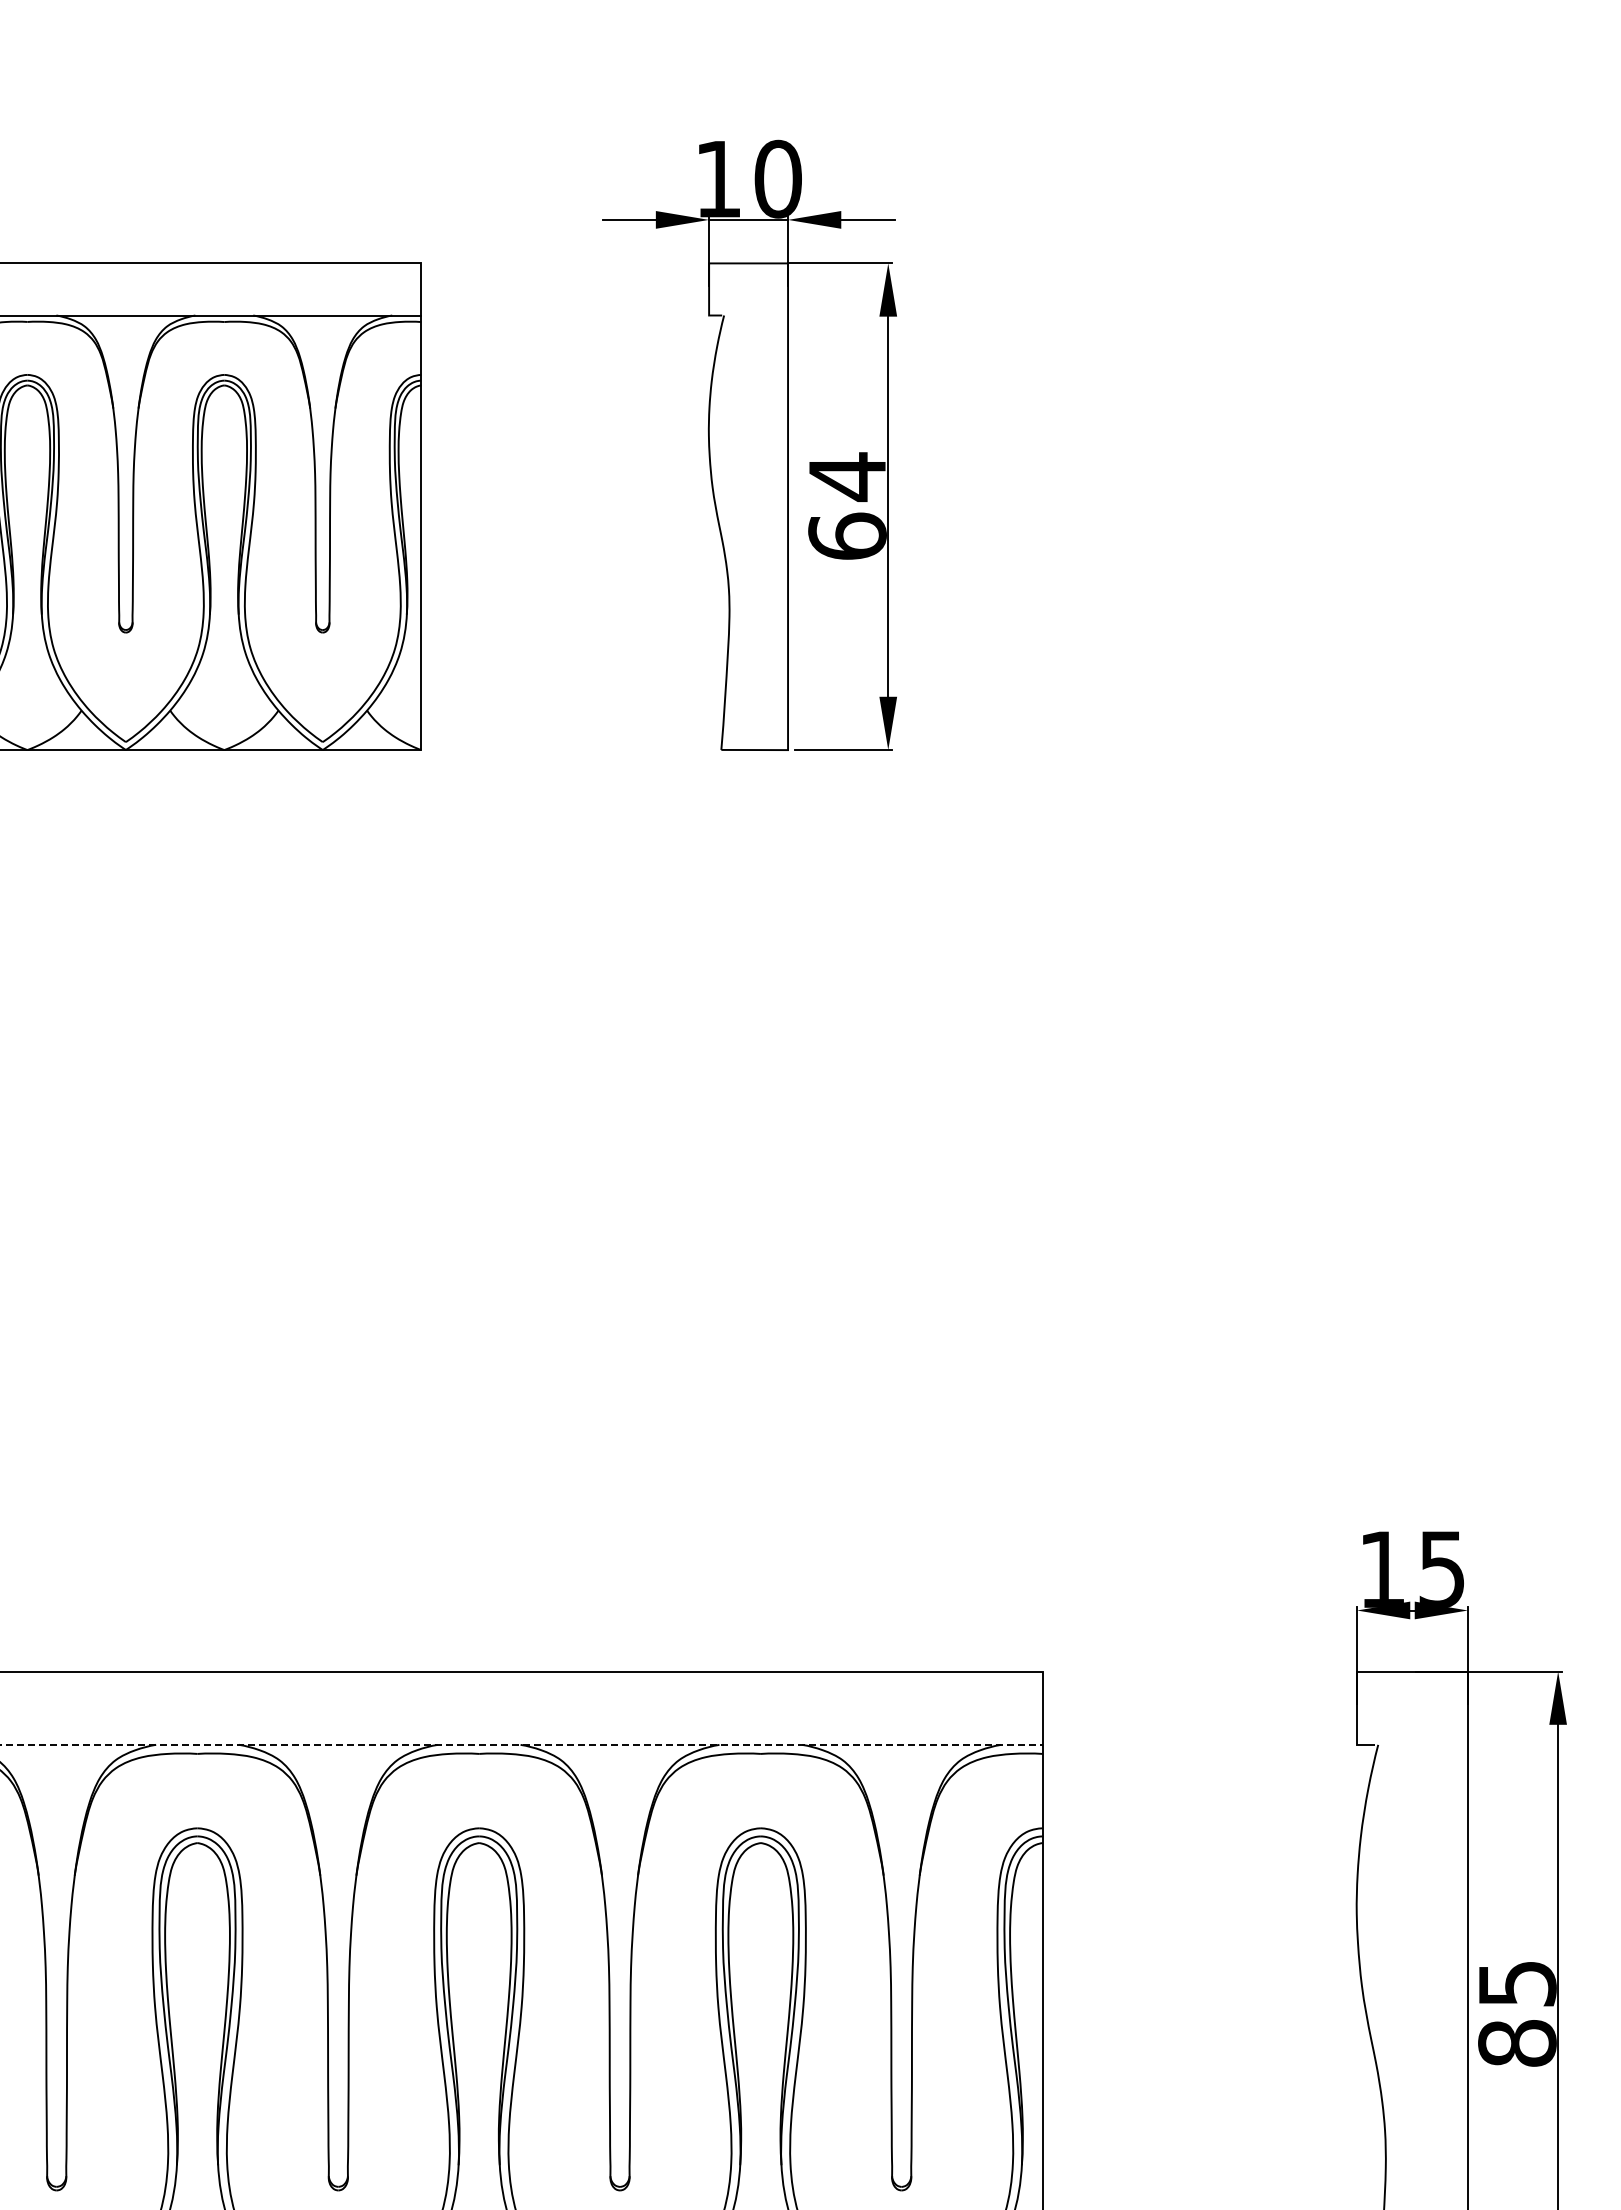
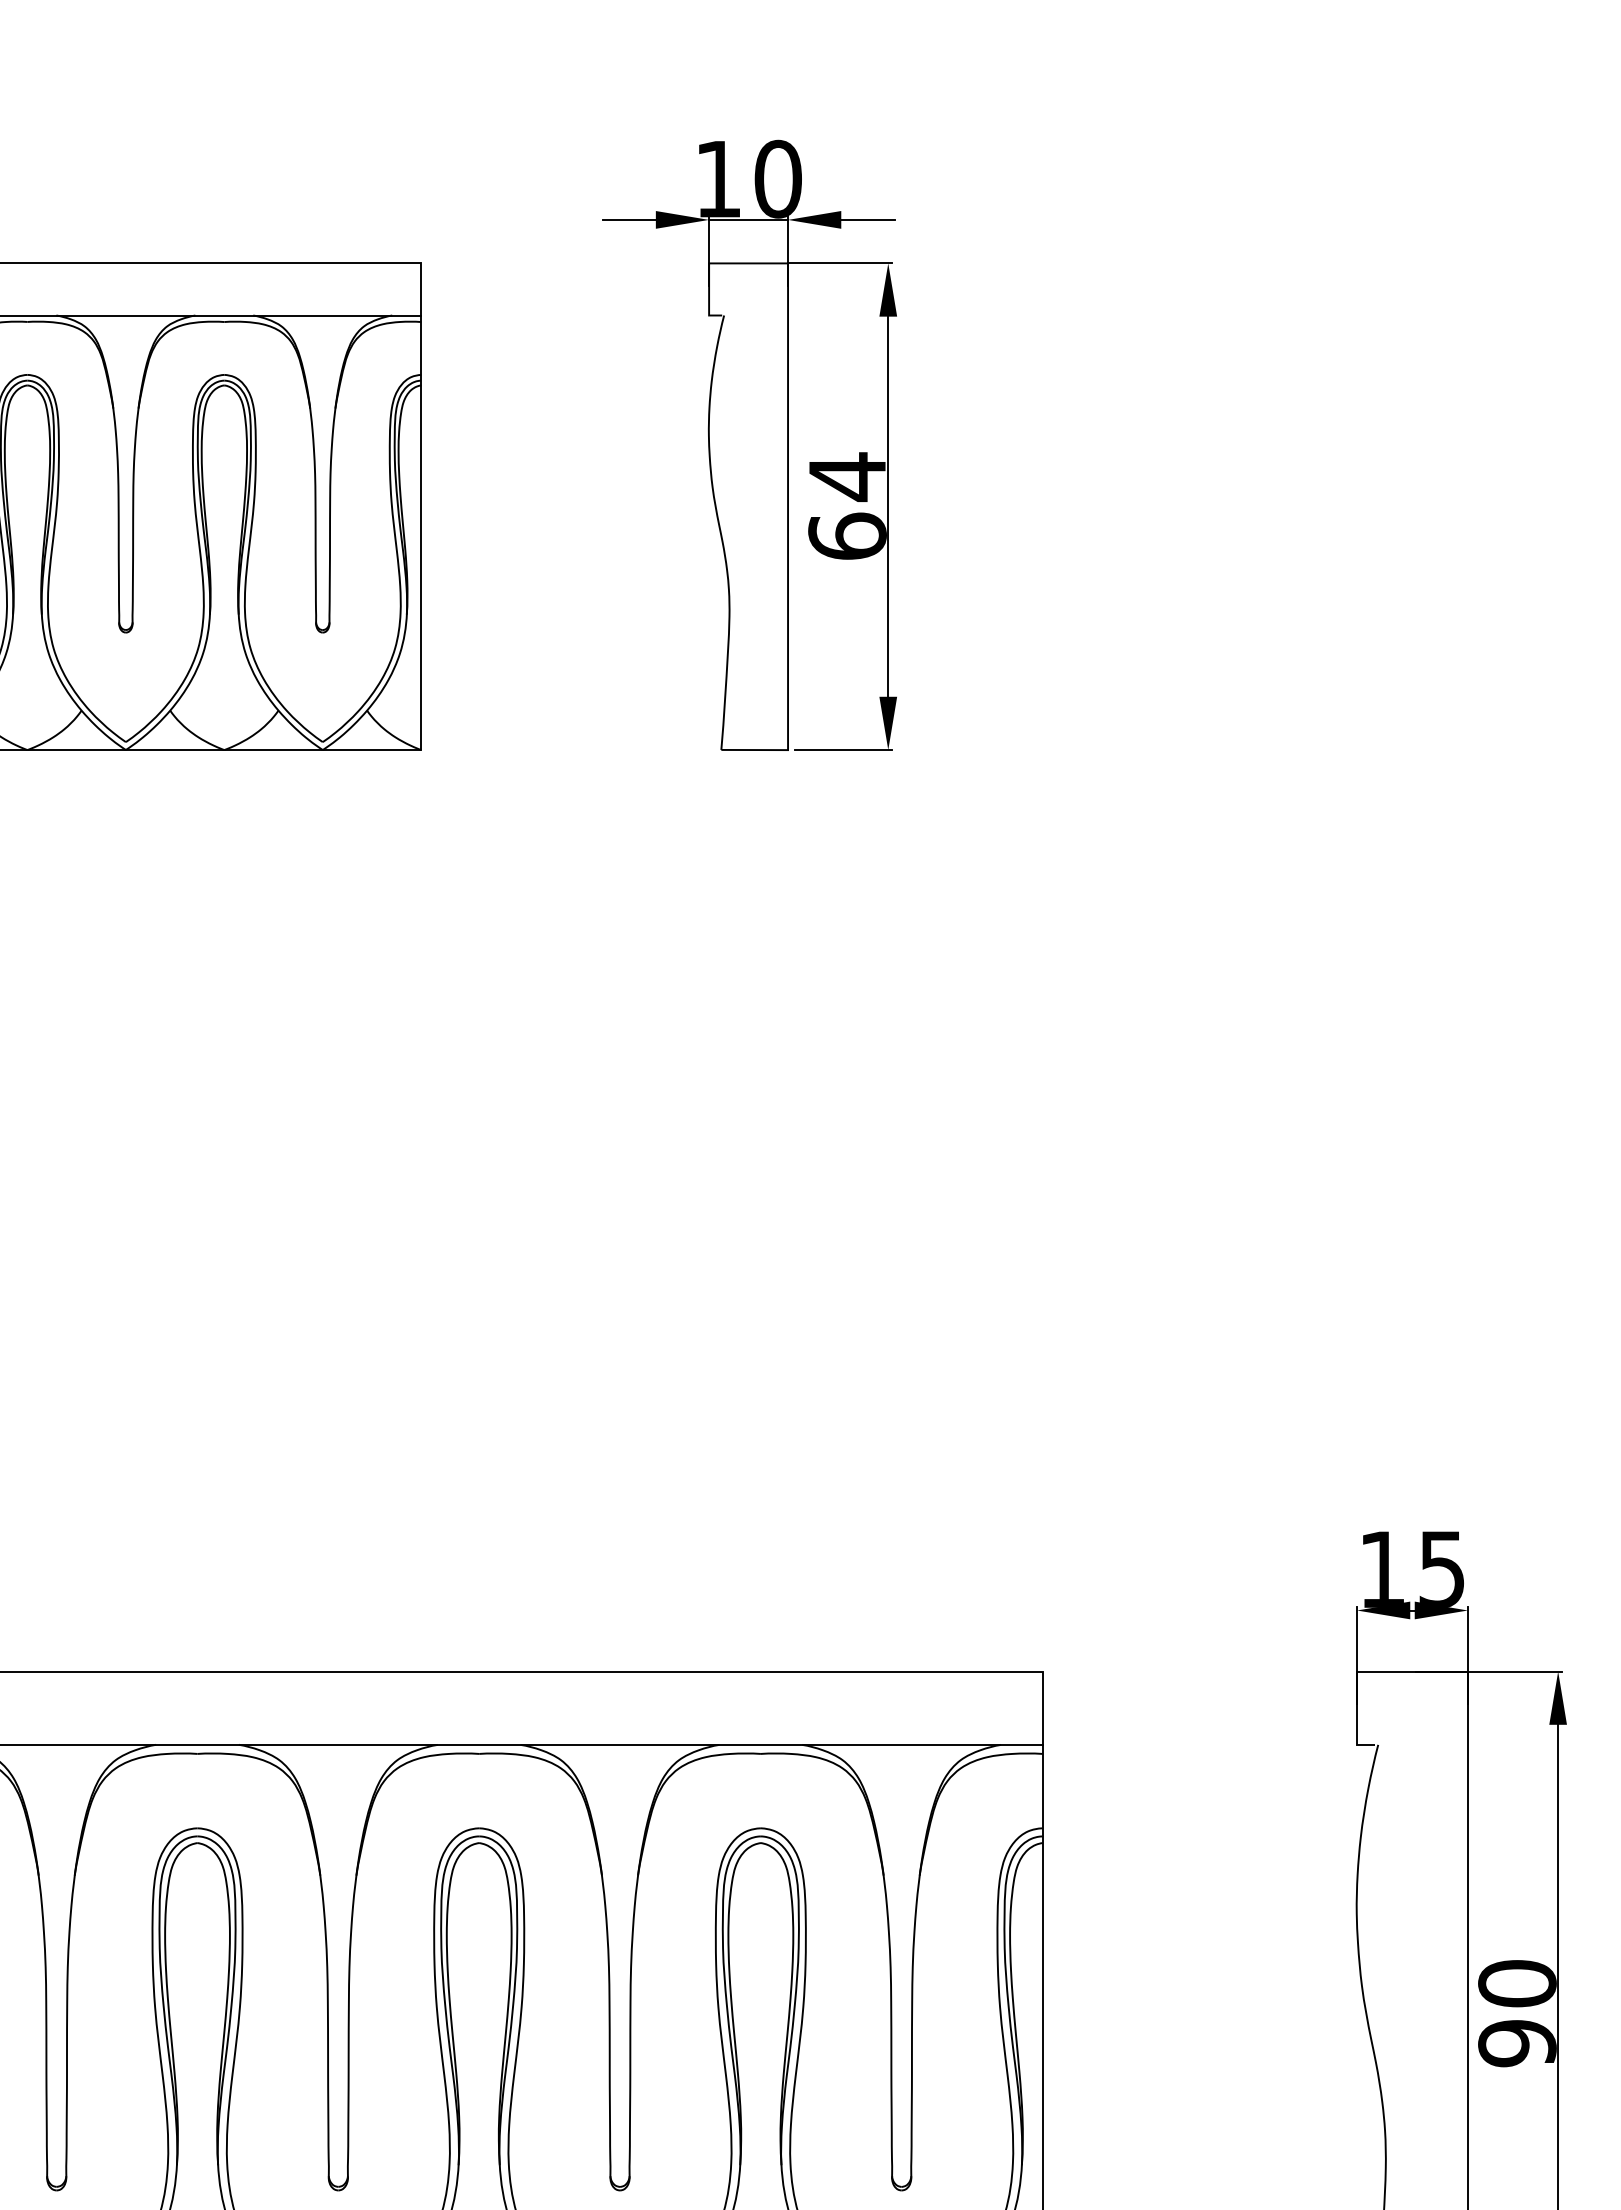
line at (521, 1744): dashed -> solid
text at (1517, 2013): 85 -> 90
